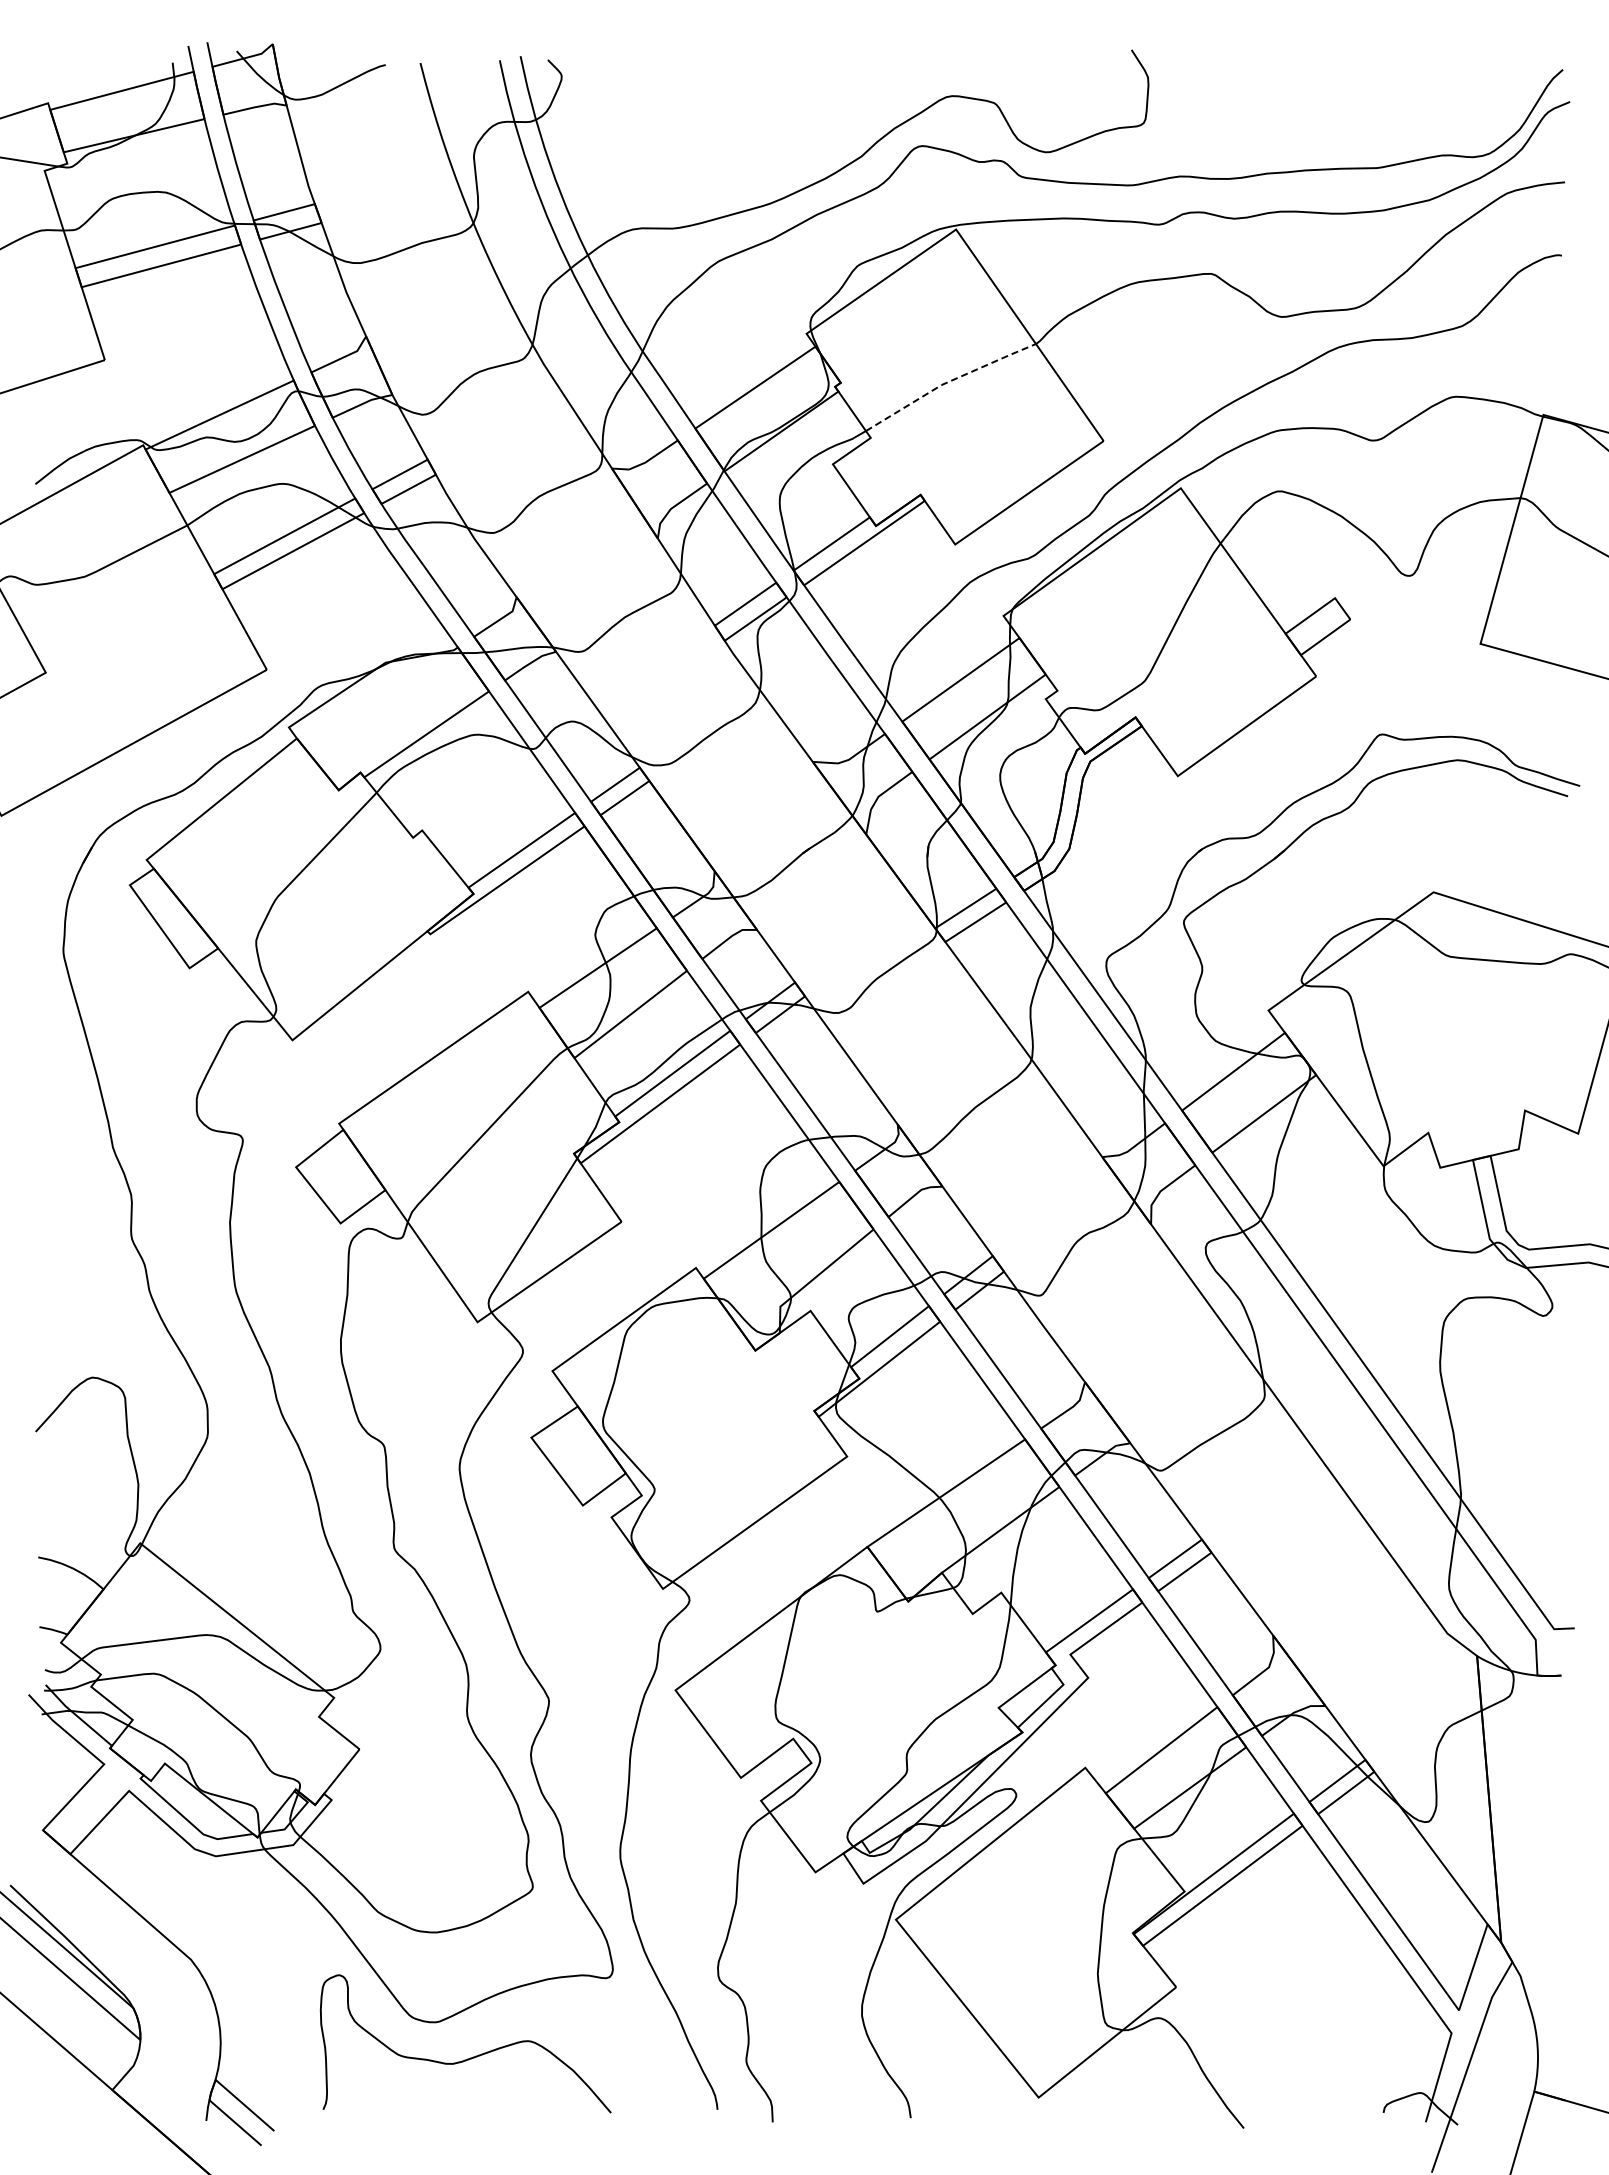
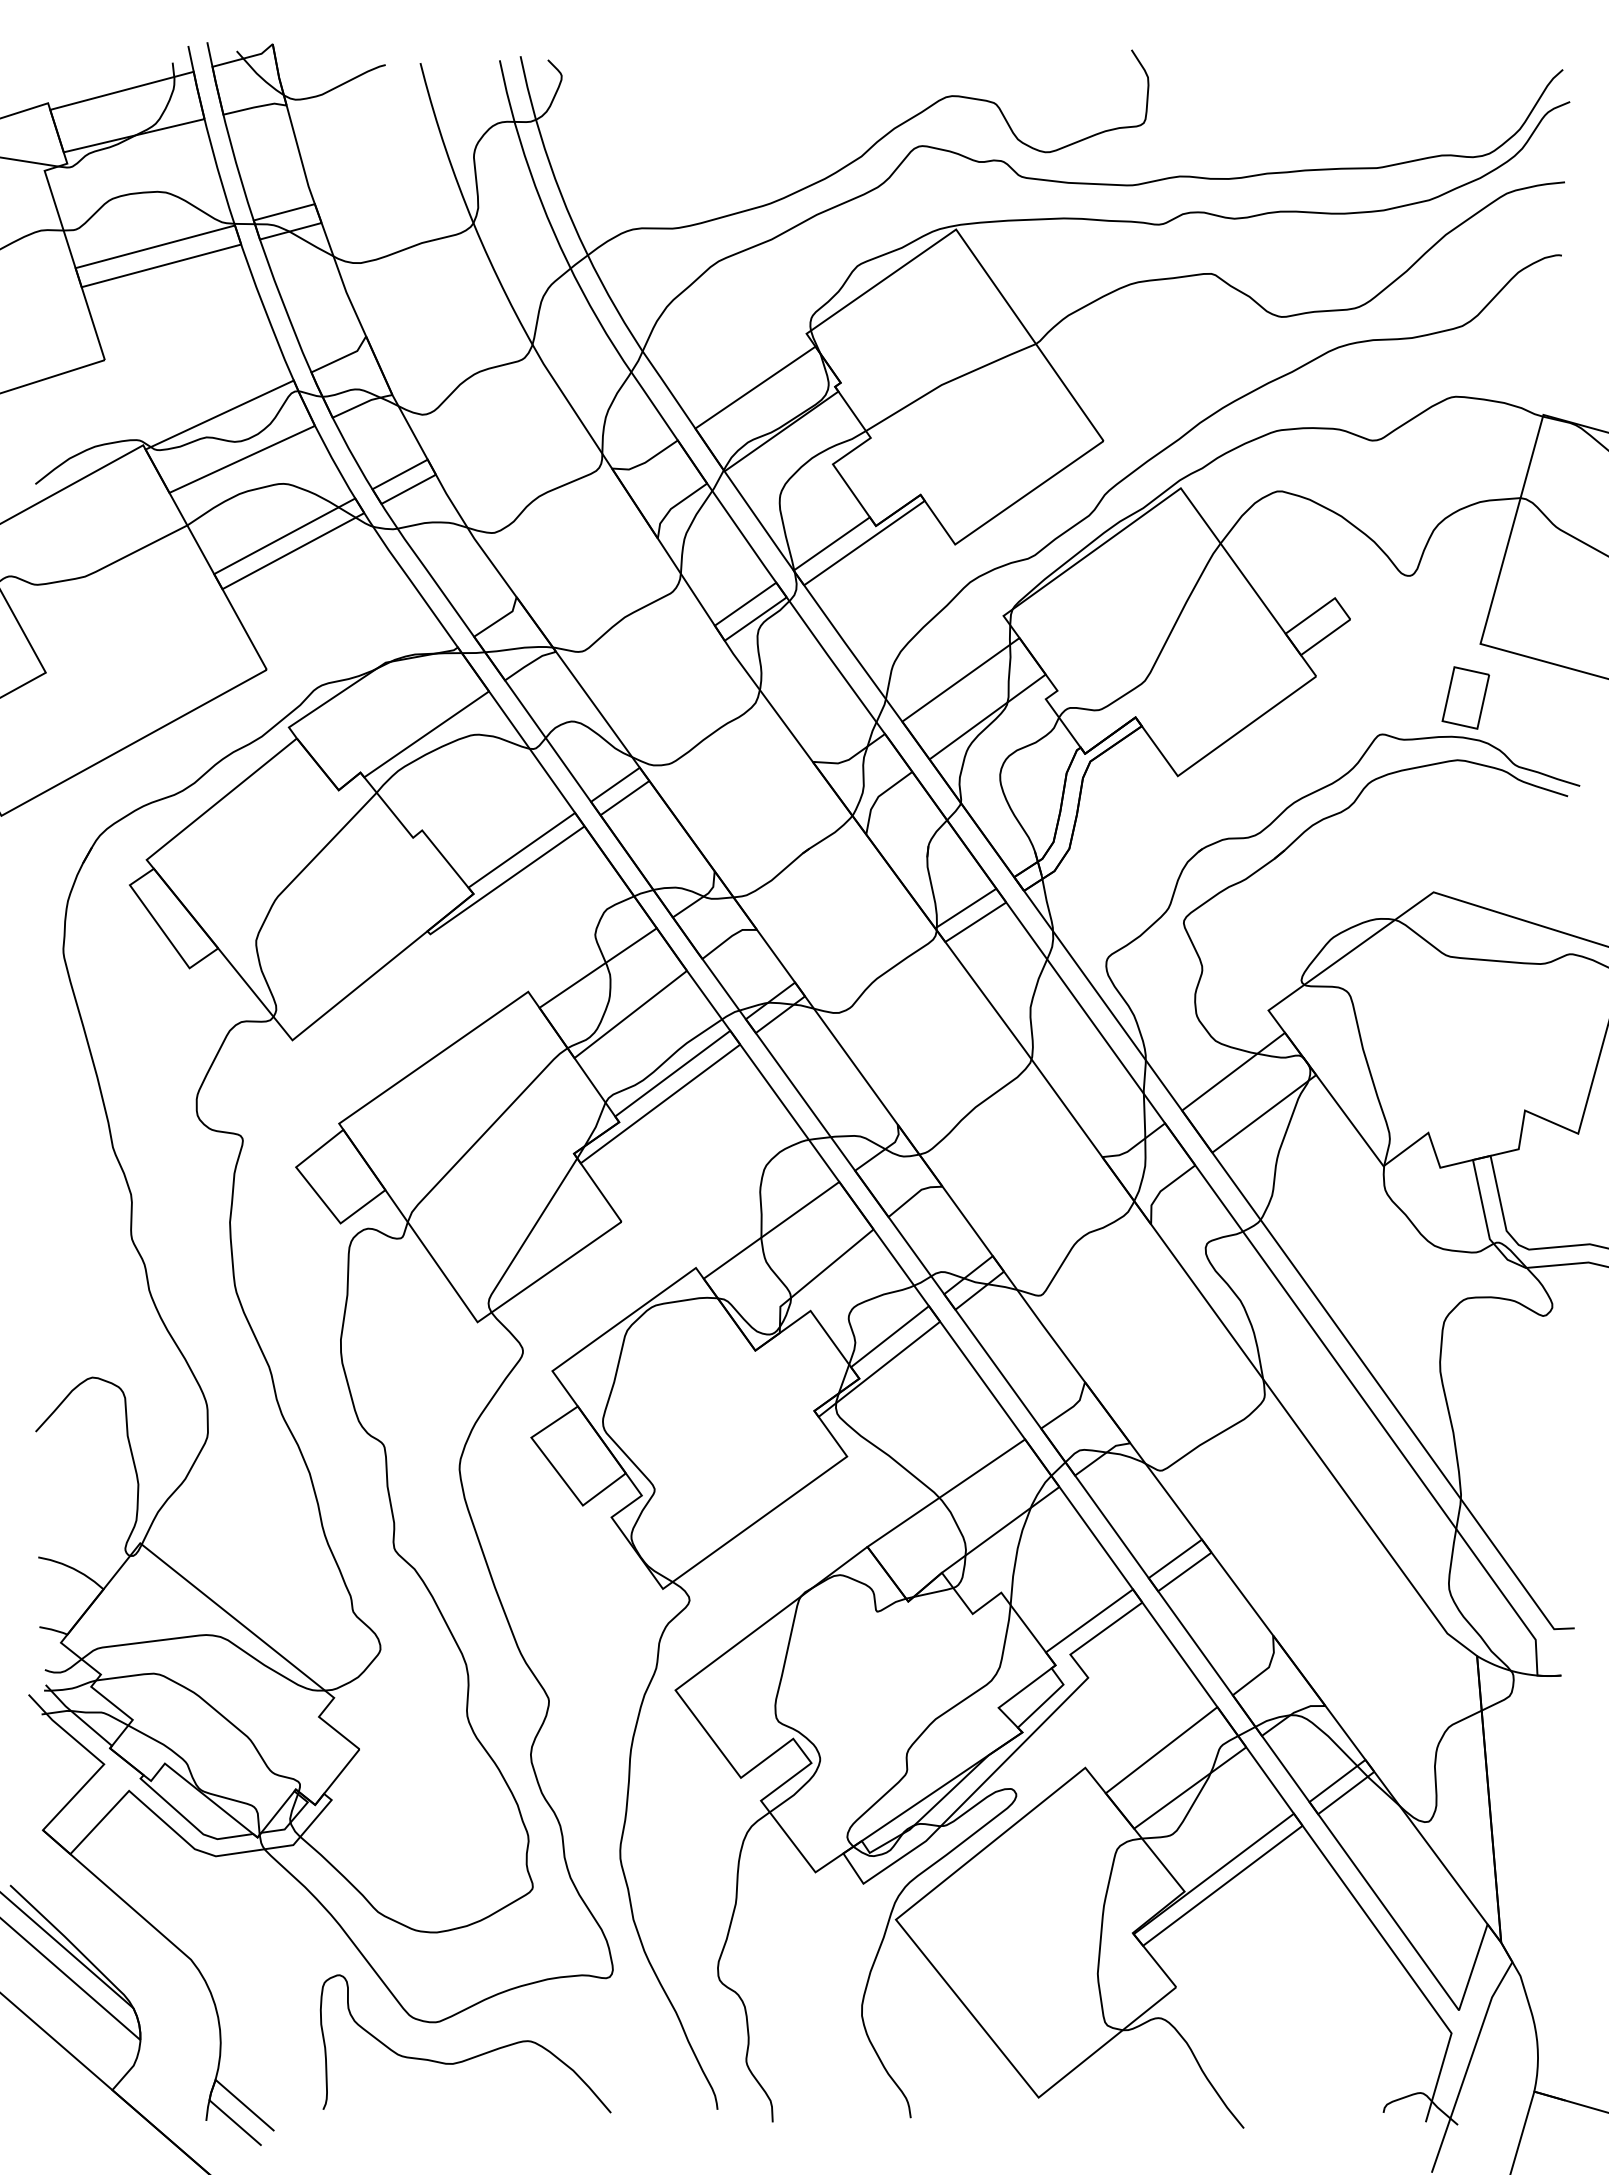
line at (948, 381): dashed -> solid
part at (1465, 697): none -> present
